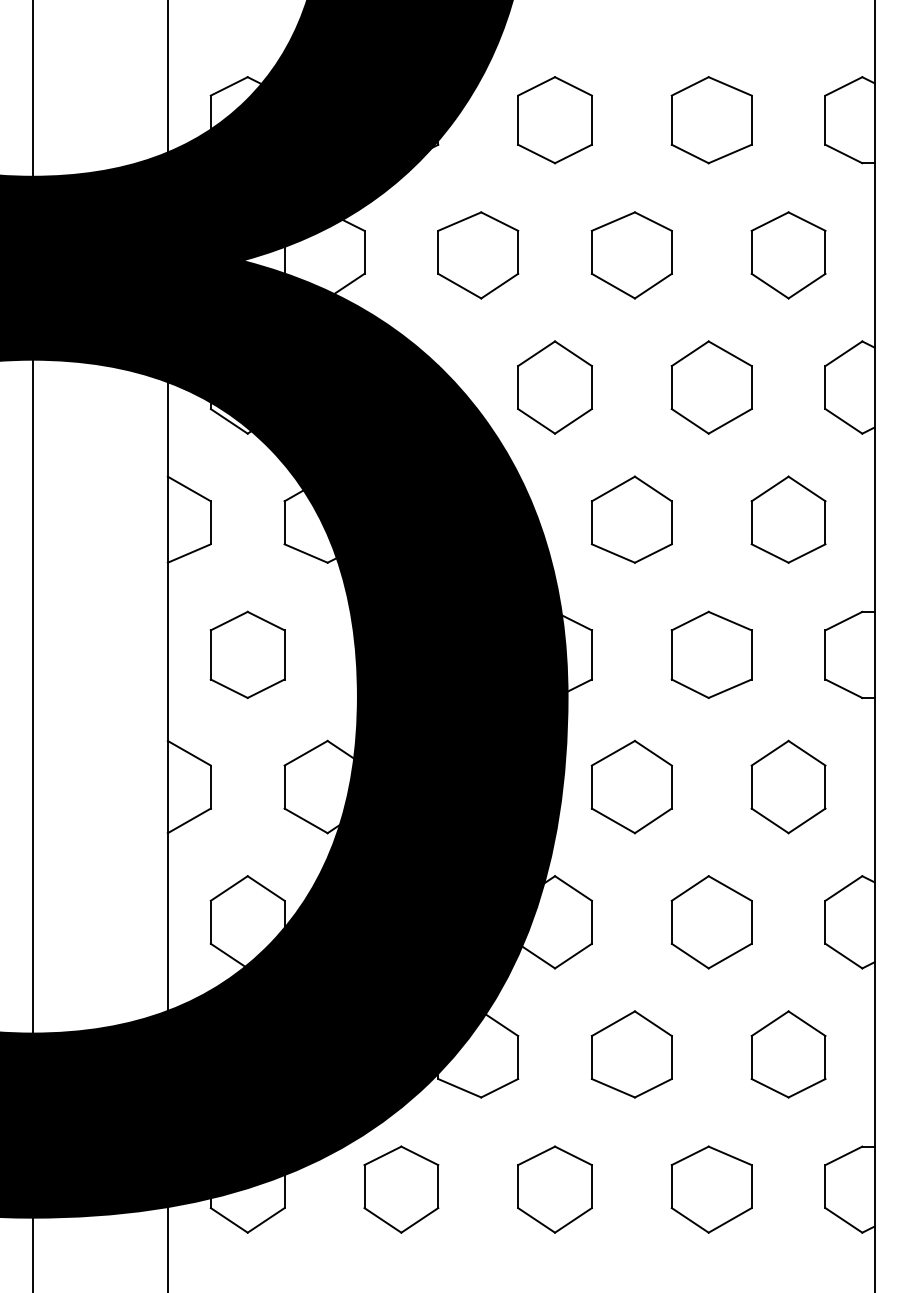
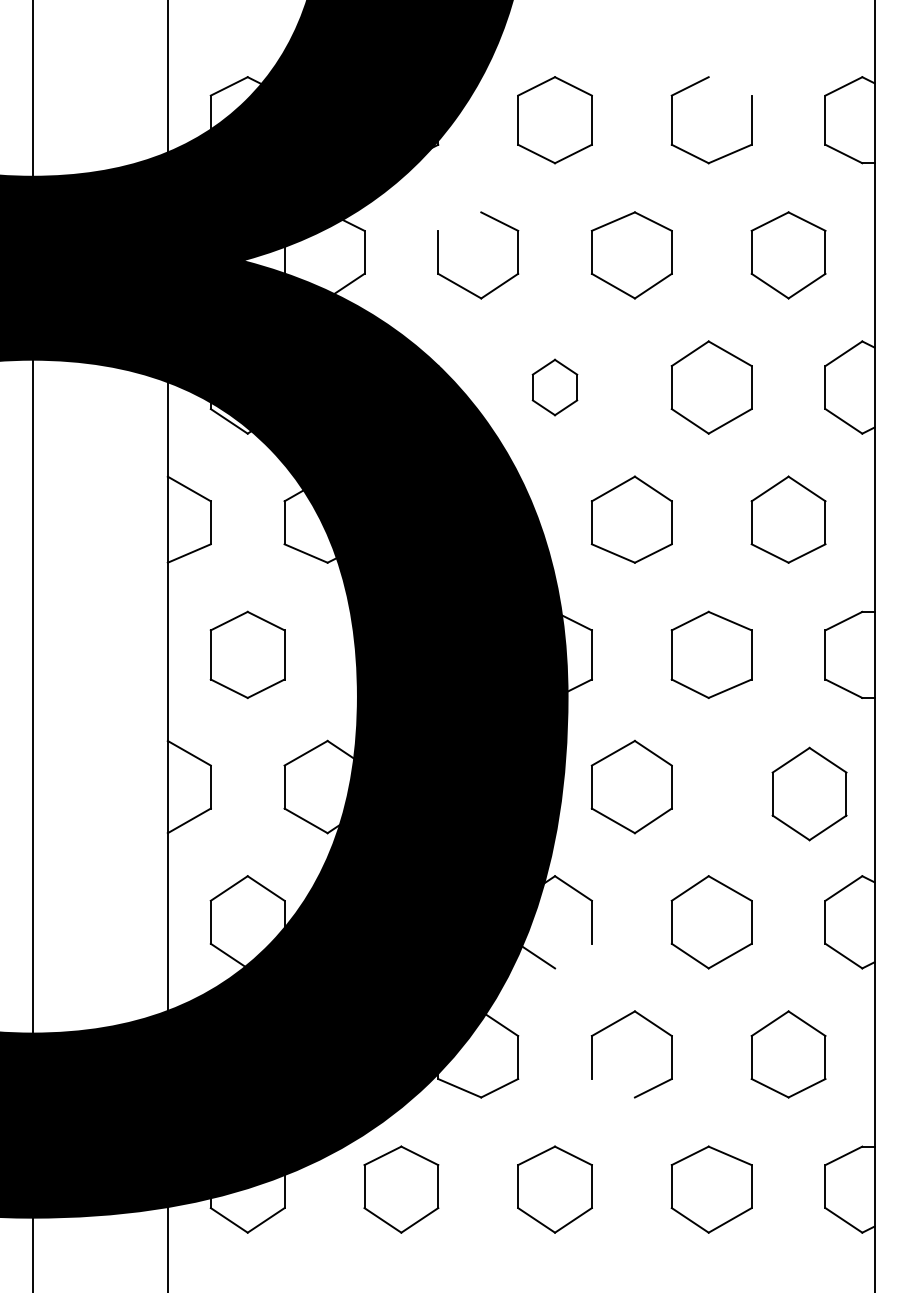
line at (729, 86): present -> none
line at (459, 221): present -> none
part at (554, 387) size: 76x95 px -> 48x59 px
part at (788, 786) position: (788, 786) -> (809, 793)
line at (573, 955): present -> none
line at (612, 1088): present -> none
